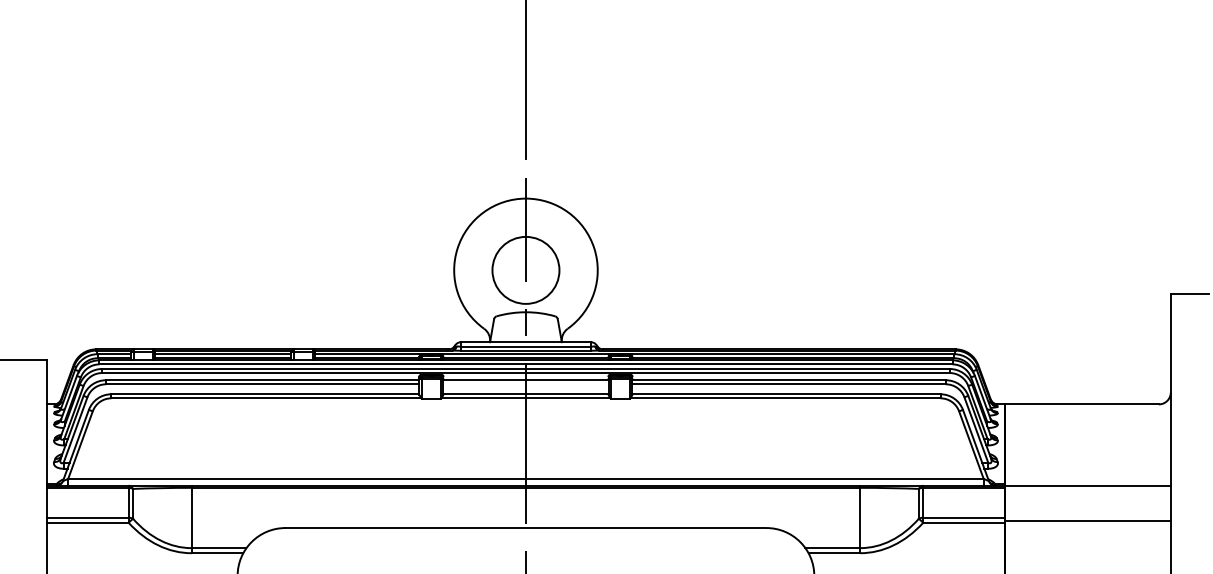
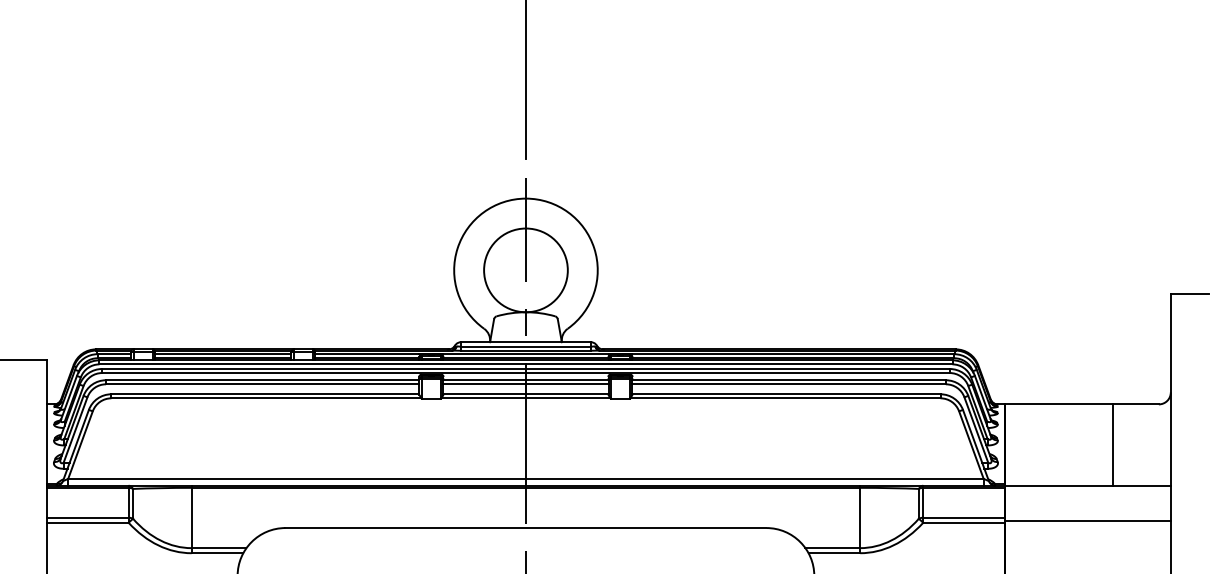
circle at (525, 269) diameter: 67 px -> 84 px
line at (525, 384): none -> present
line at (1113, 444): none -> present
